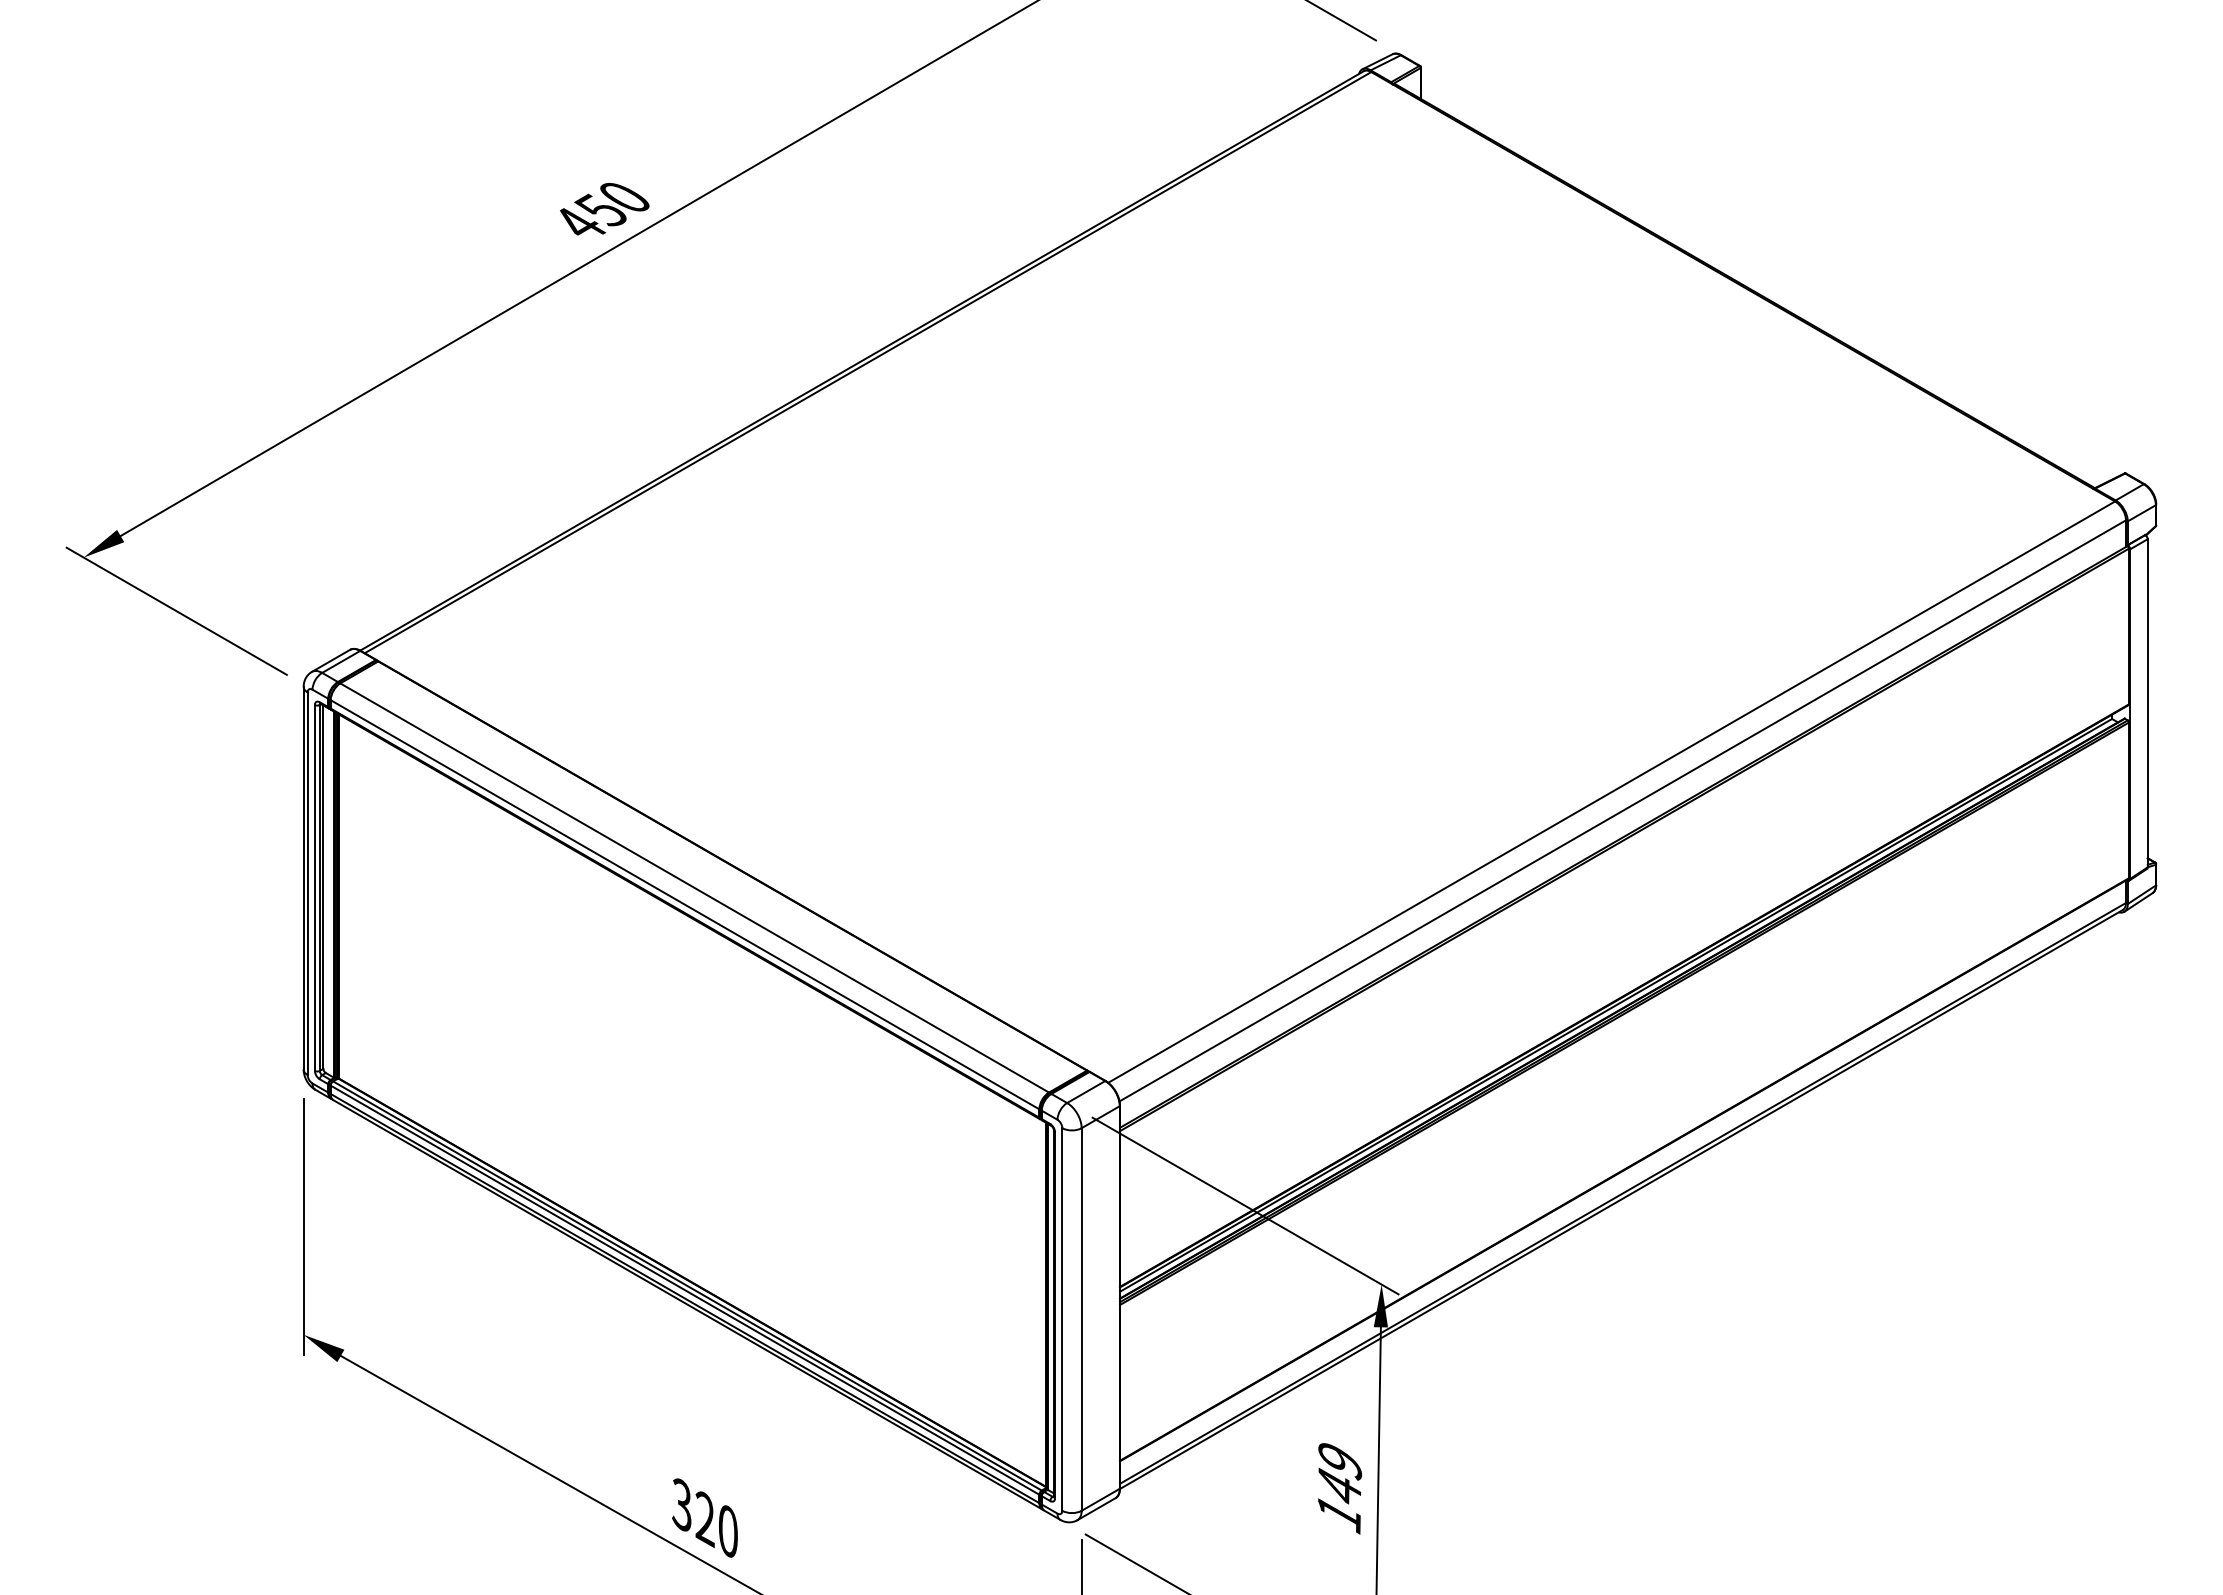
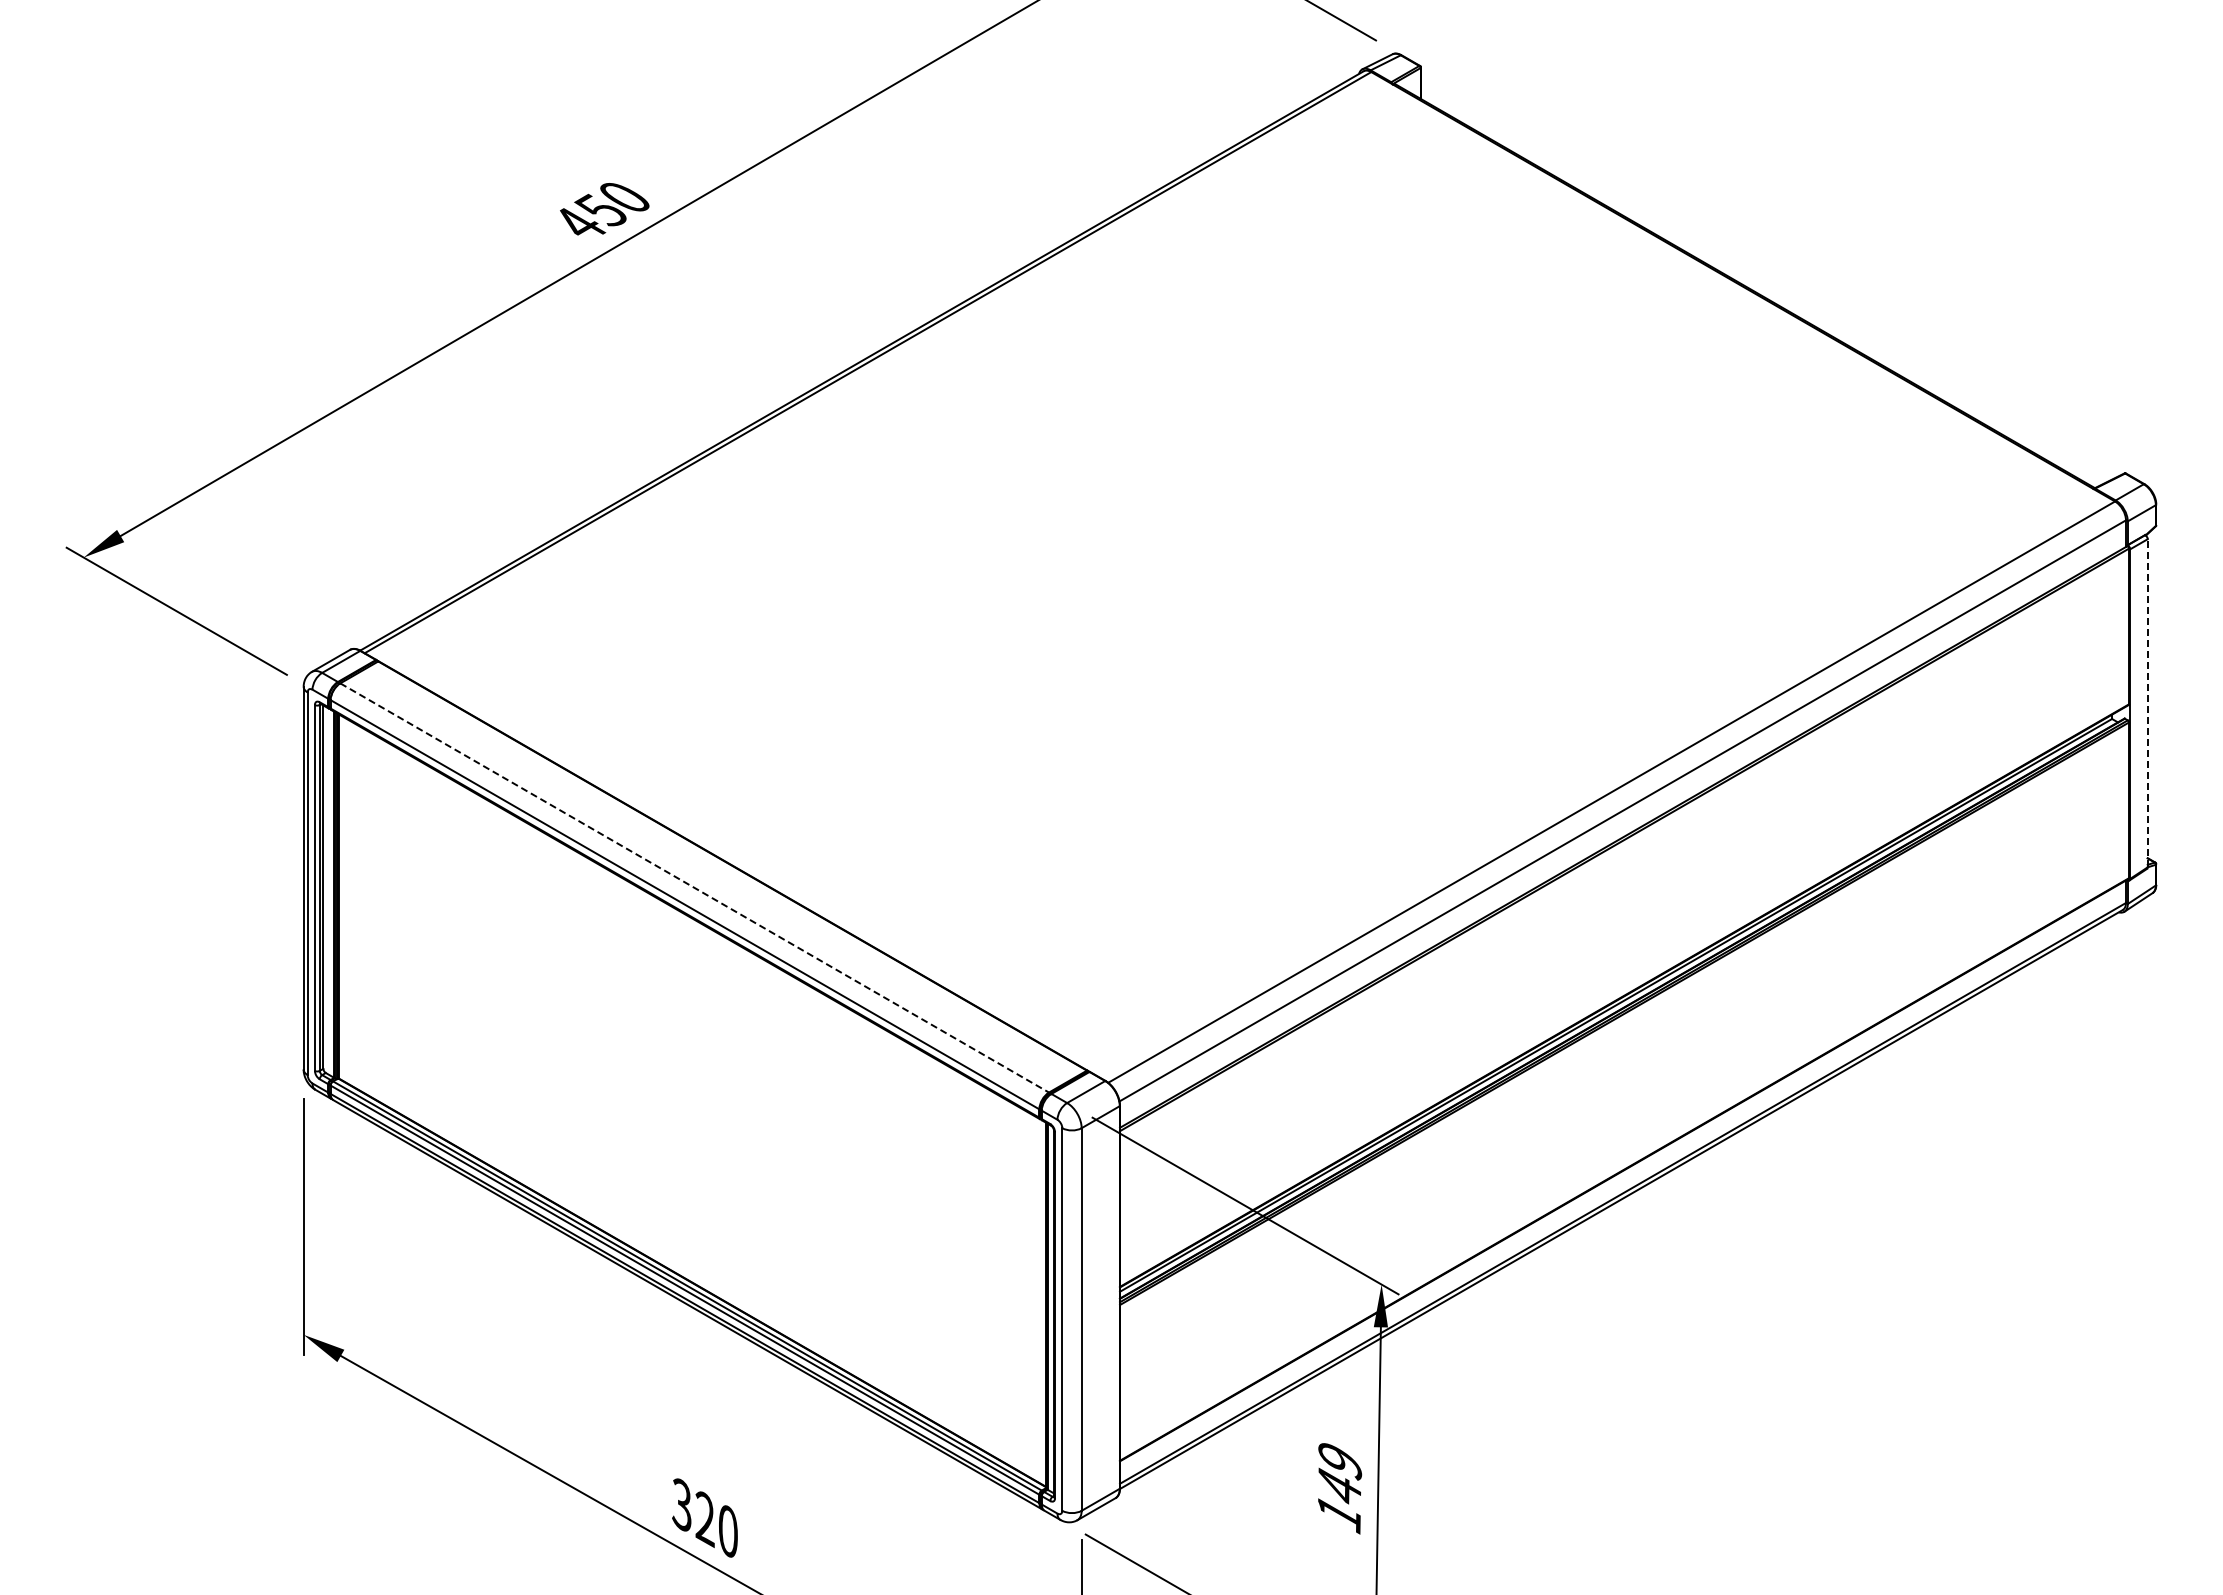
line at (2147, 702): solid -> dashed
line at (695, 888): solid -> dashed
